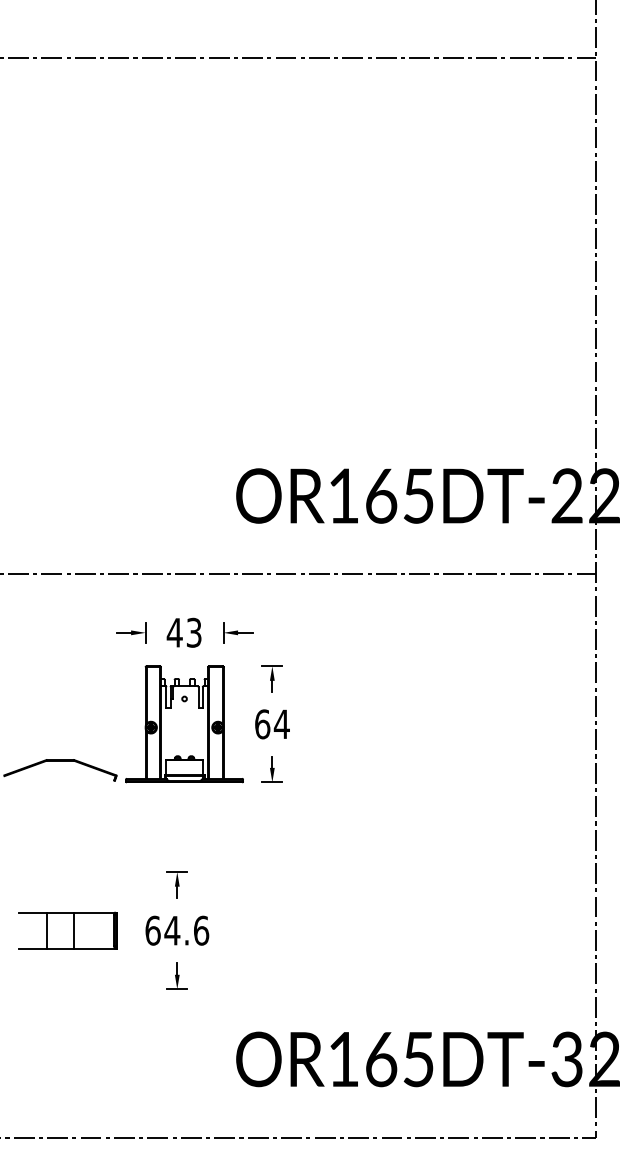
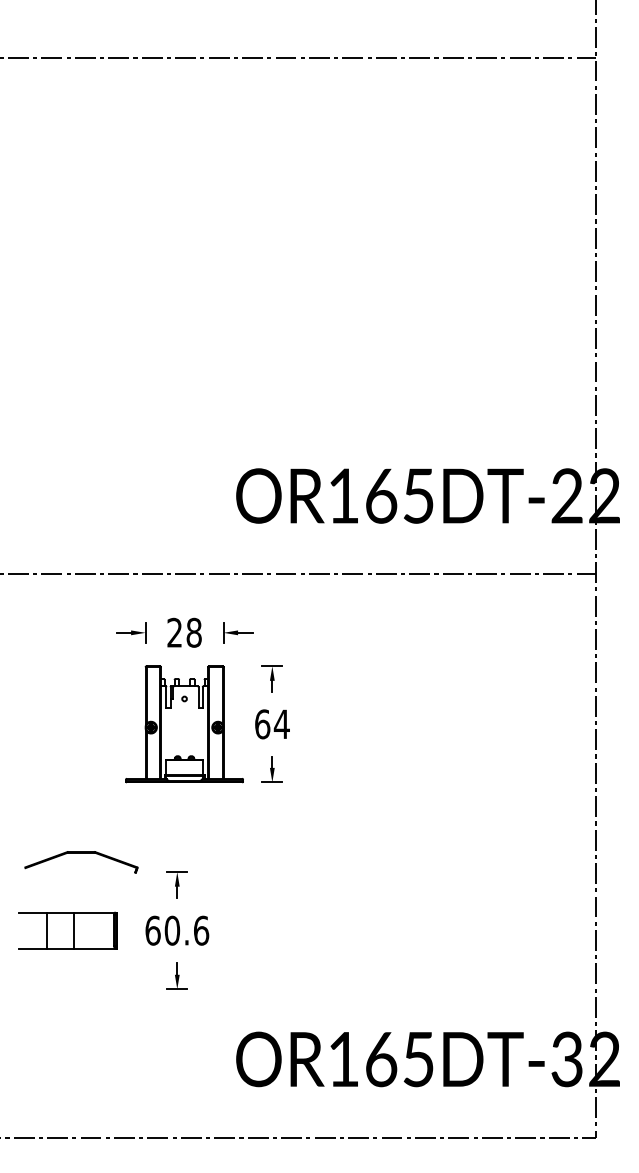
text at (183, 632): 43 -> 28
part at (60, 761) position: (60, 761) -> (81, 853)
text at (172, 930): 64.6 -> 60.6
